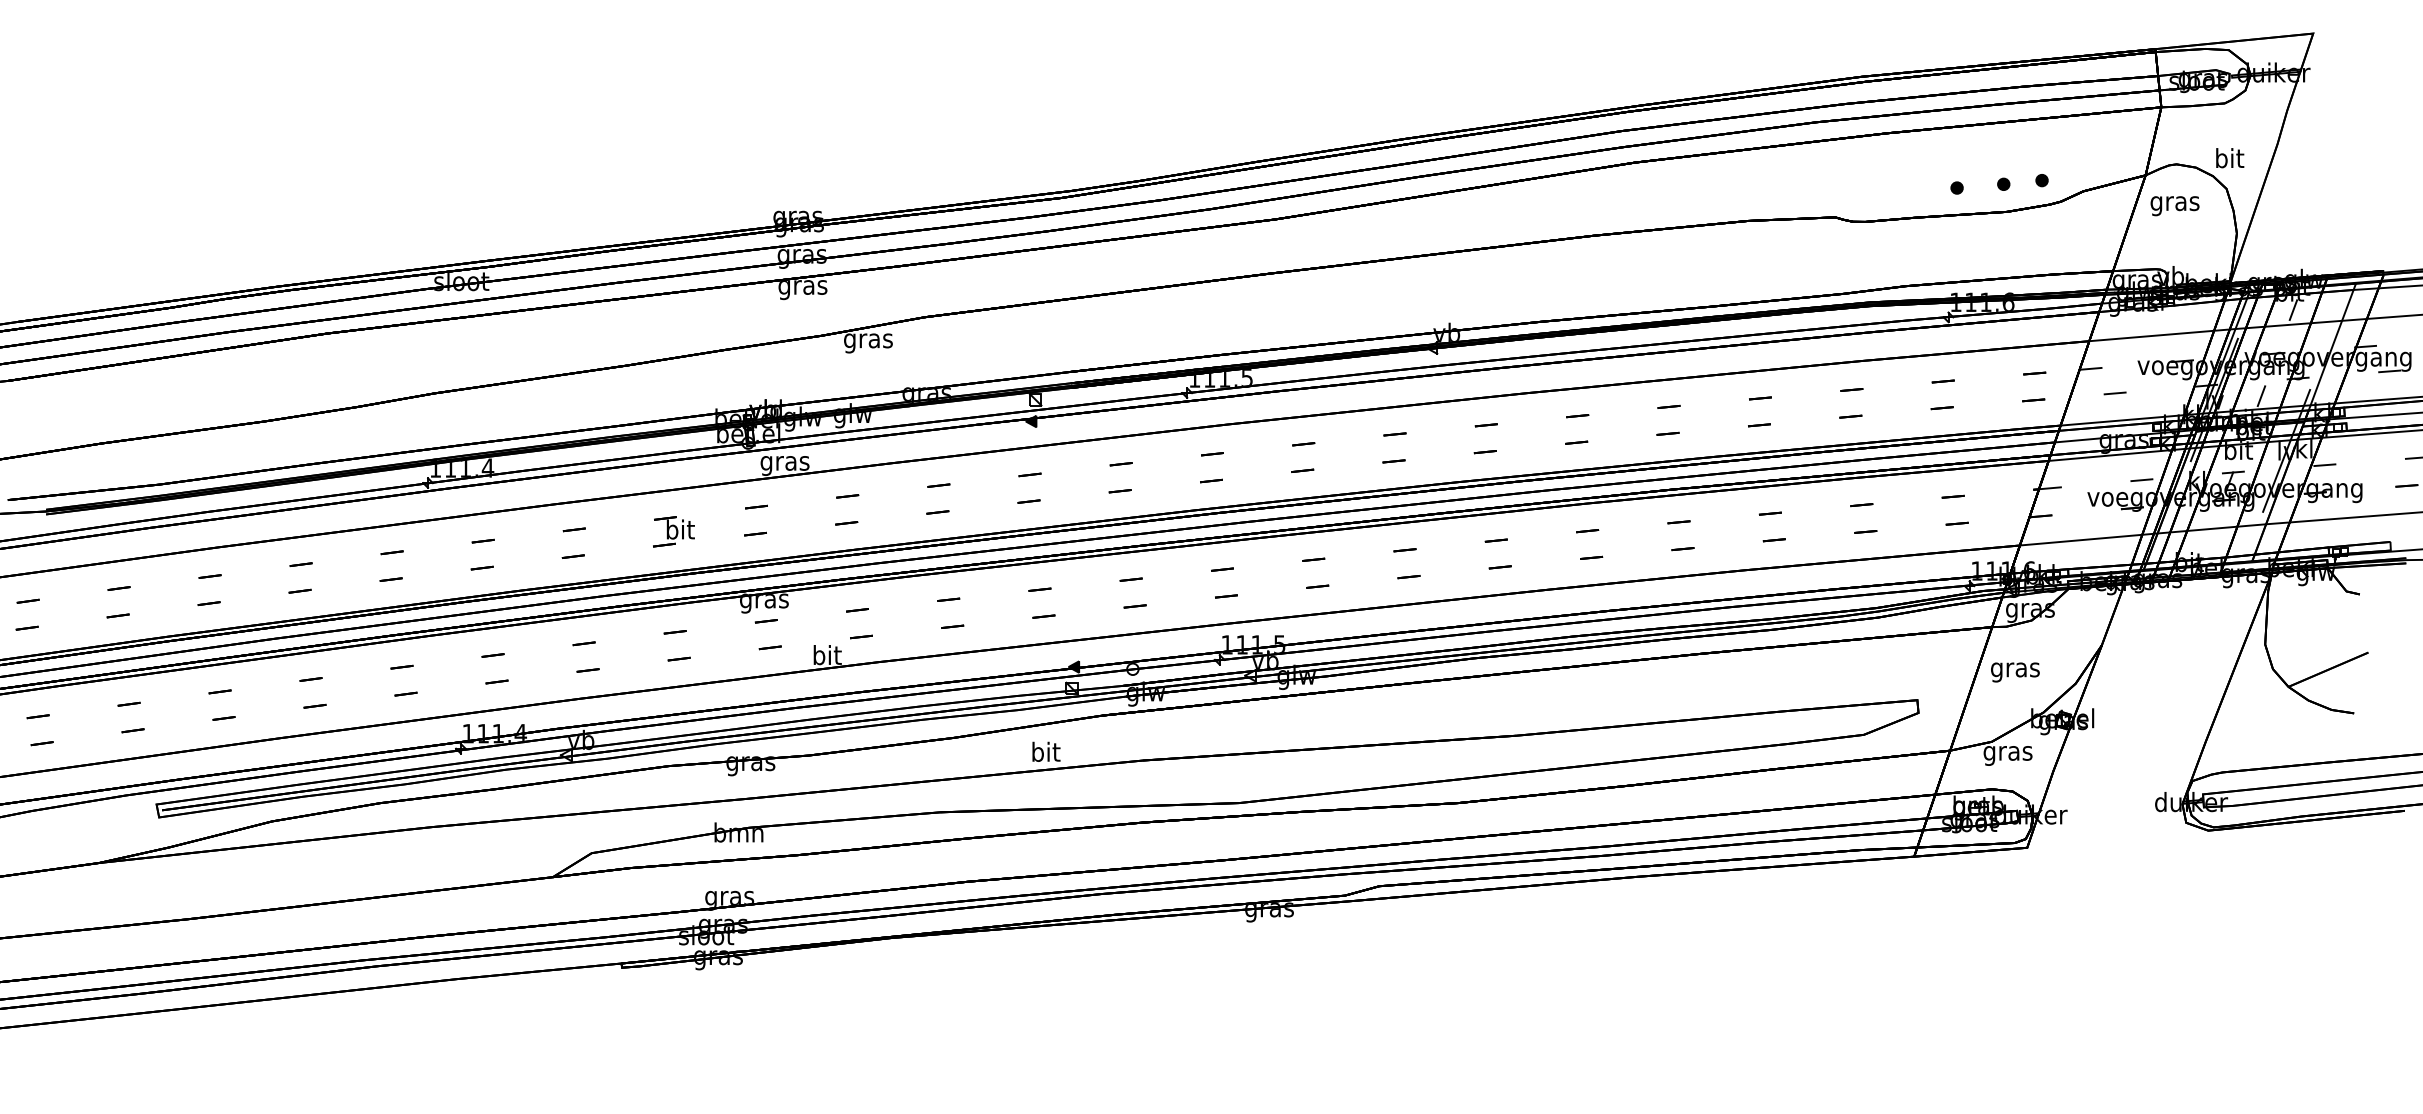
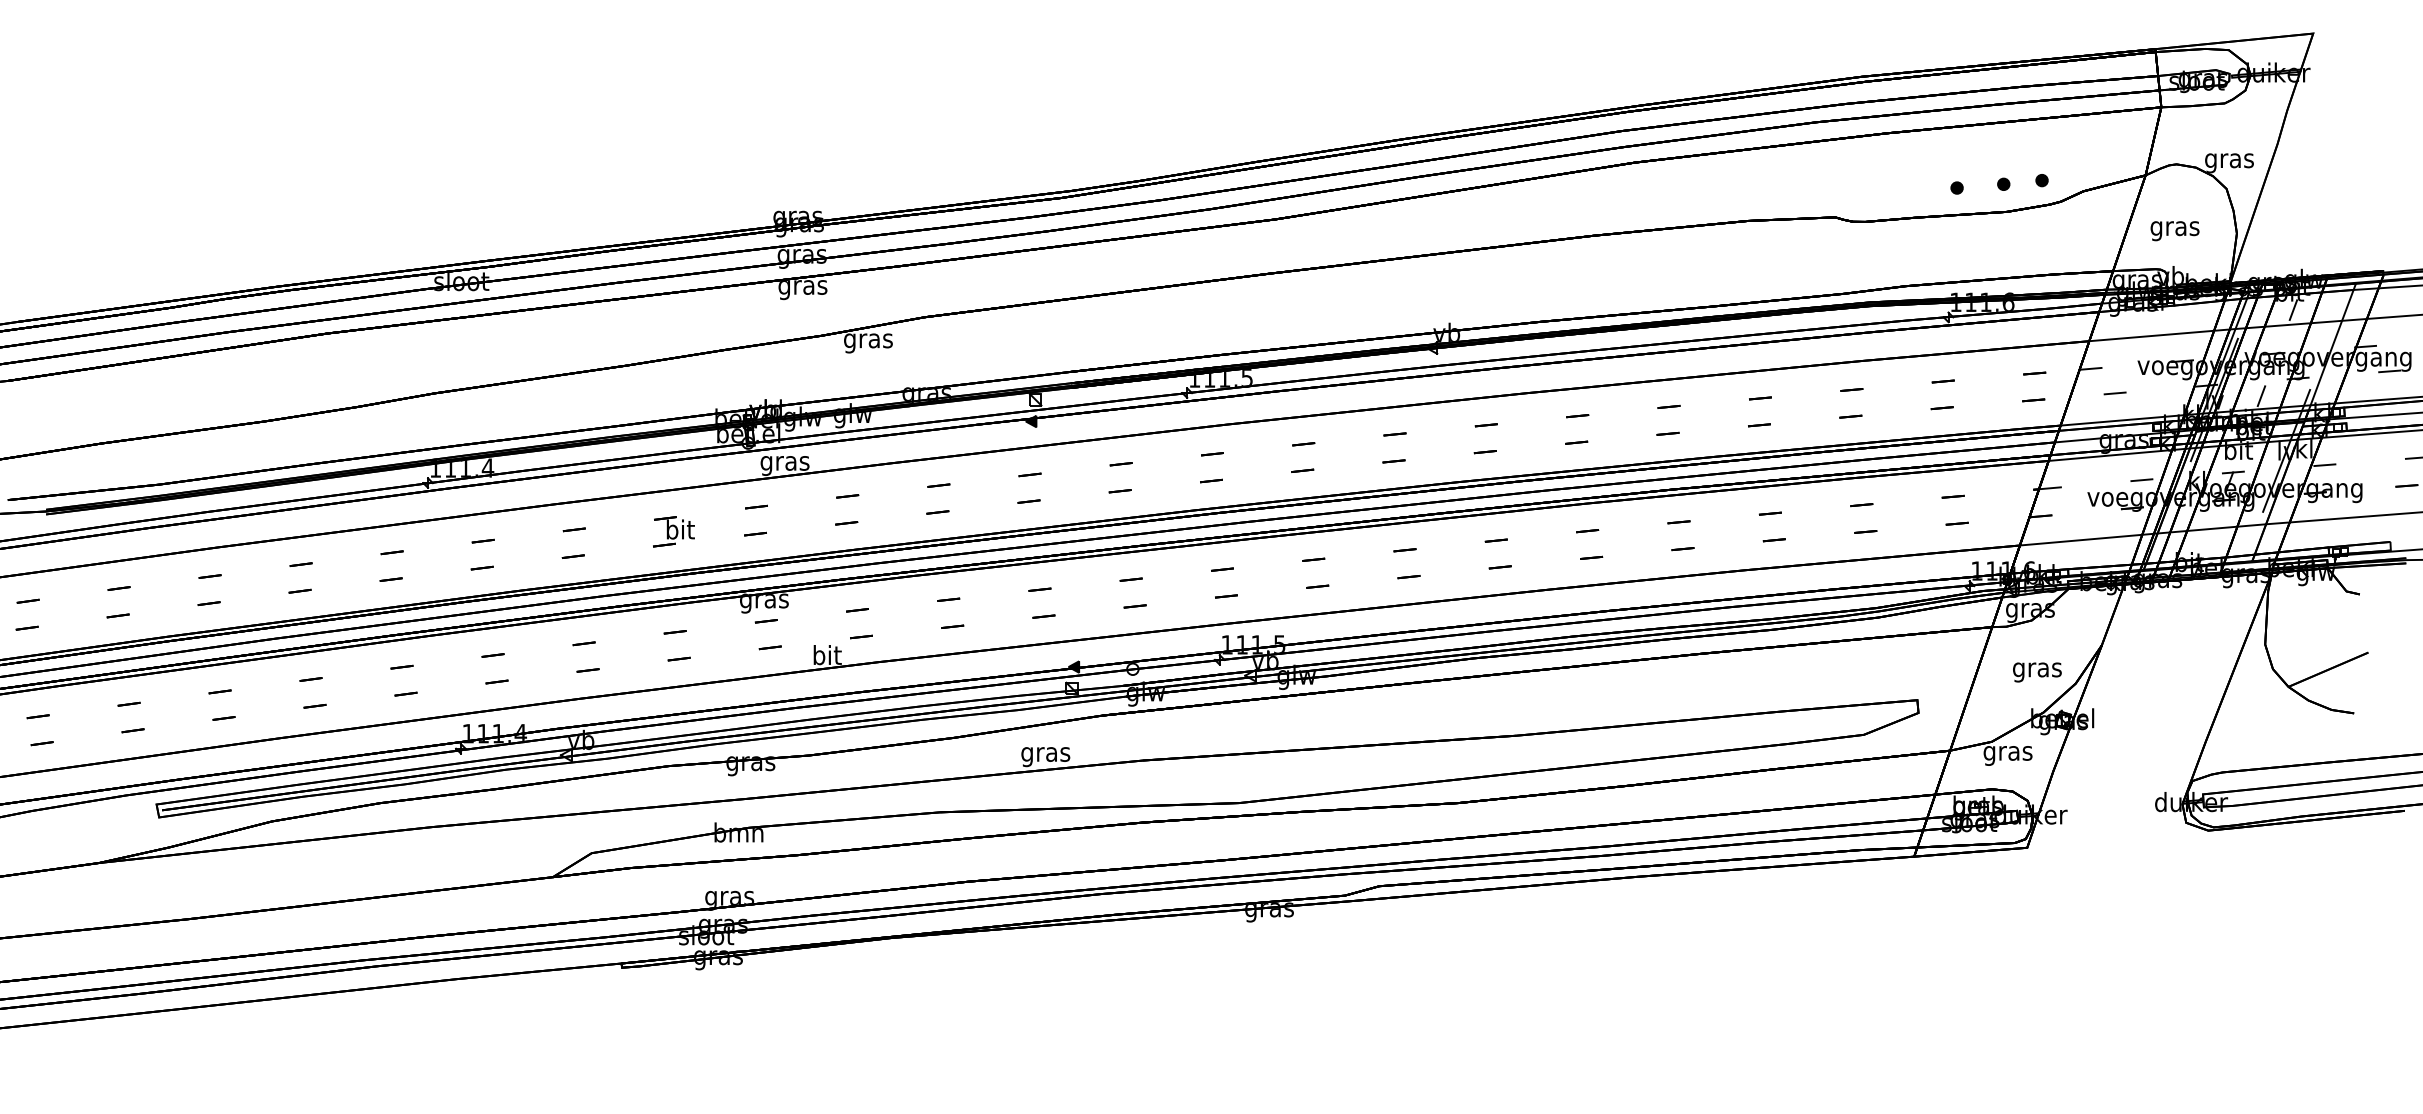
text at (2229, 160): bit -> gras
text at (2174, 206) position: (2174, 206) -> (2174, 231)
text at (2015, 672) position: (2015, 672) -> (2037, 672)
text at (1045, 754): bit -> gras
